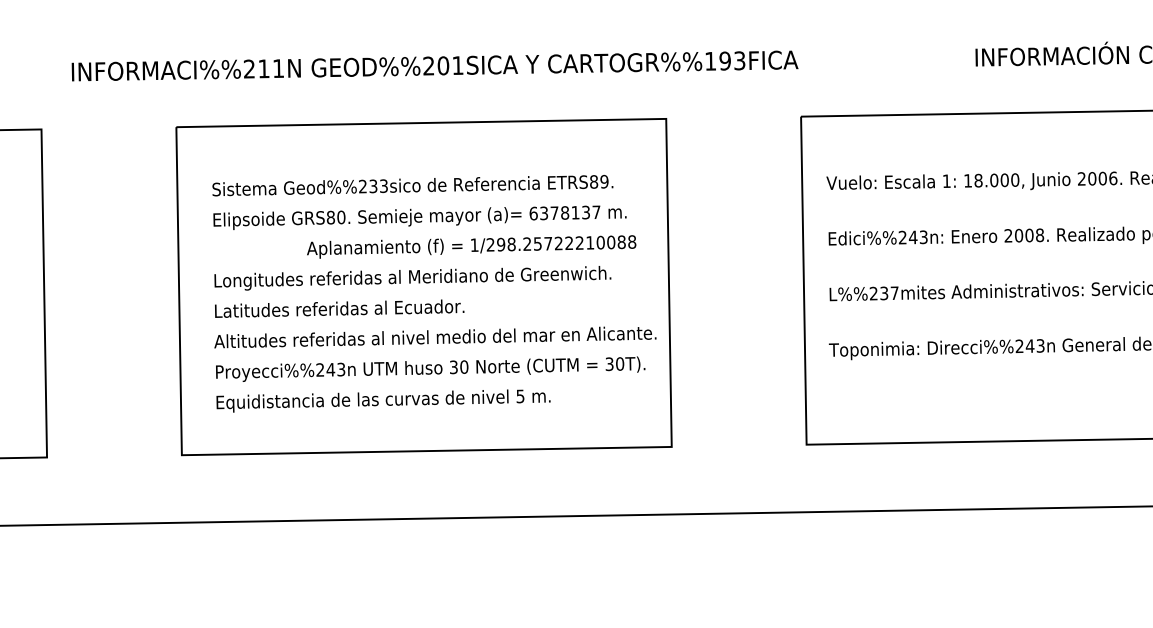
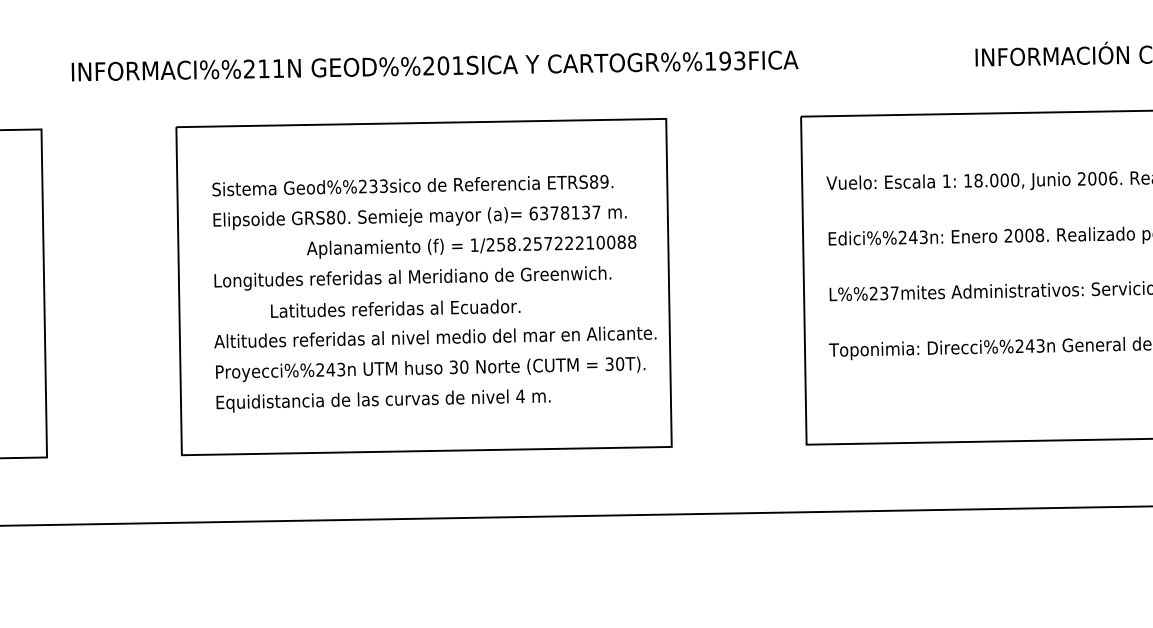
text at (501, 244): 1/298.25722210088 -> 1/258.25722210088
text at (339, 308) position: (339, 308) -> (395, 308)
text at (520, 396): 5 -> 4
